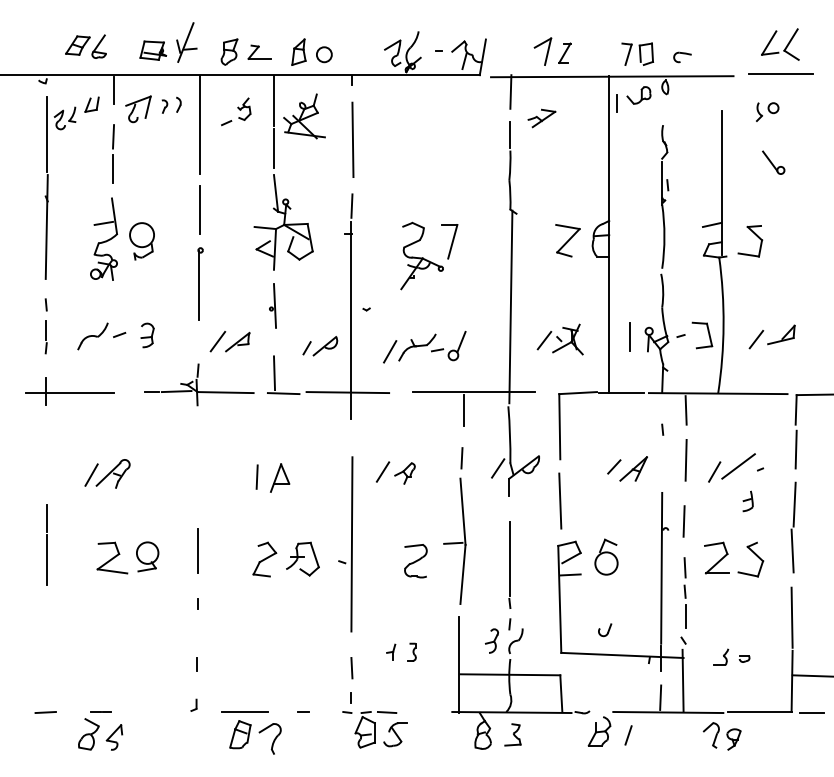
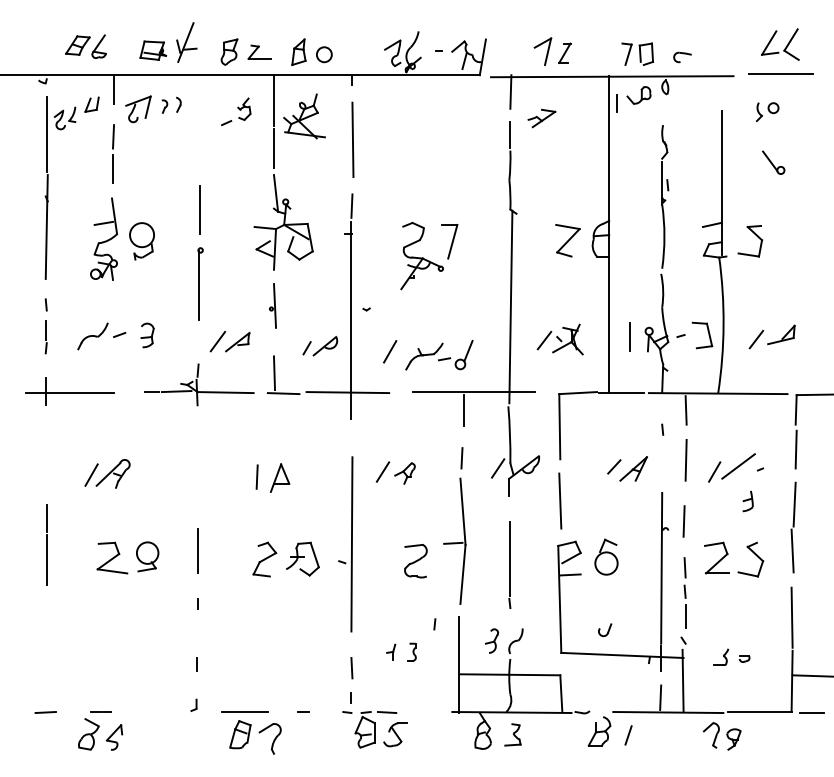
line at (199, 125): present -> none
part at (432, 345) position: (432, 345) -> (439, 354)
line at (509, 624) position: (509, 624) -> (434, 624)
